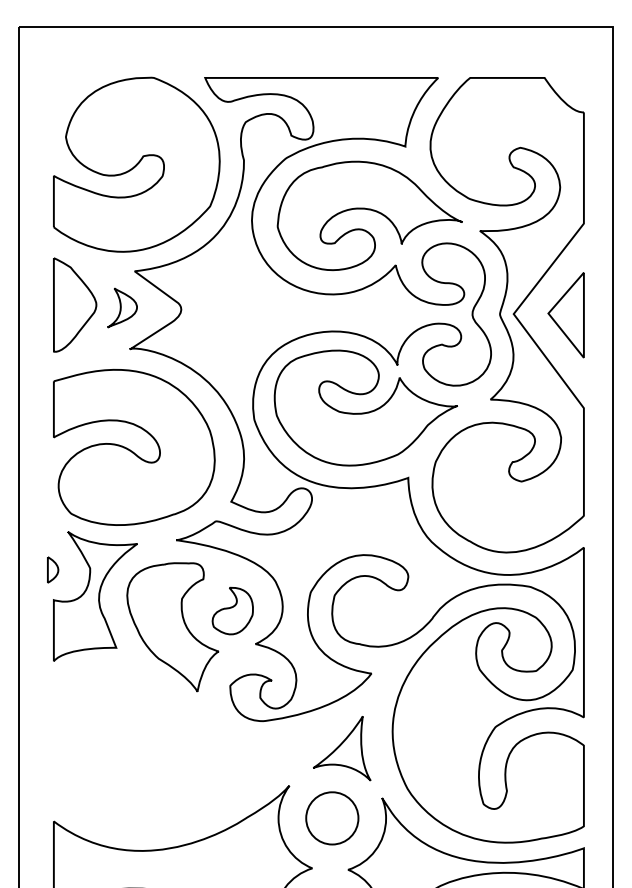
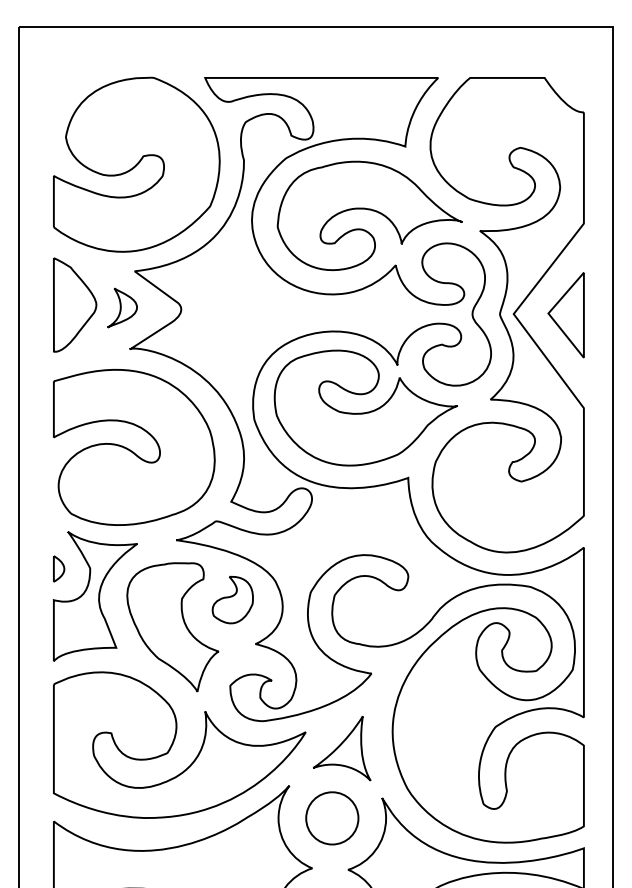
part at (53, 569) position: (53, 569) -> (59, 568)
part at (232, 610) position: (232, 610) -> (232, 599)
part at (179, 744): none -> present
